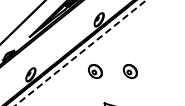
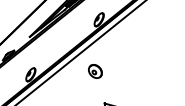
line at (80, 52): dashed -> solid
part at (130, 71): present -> none
